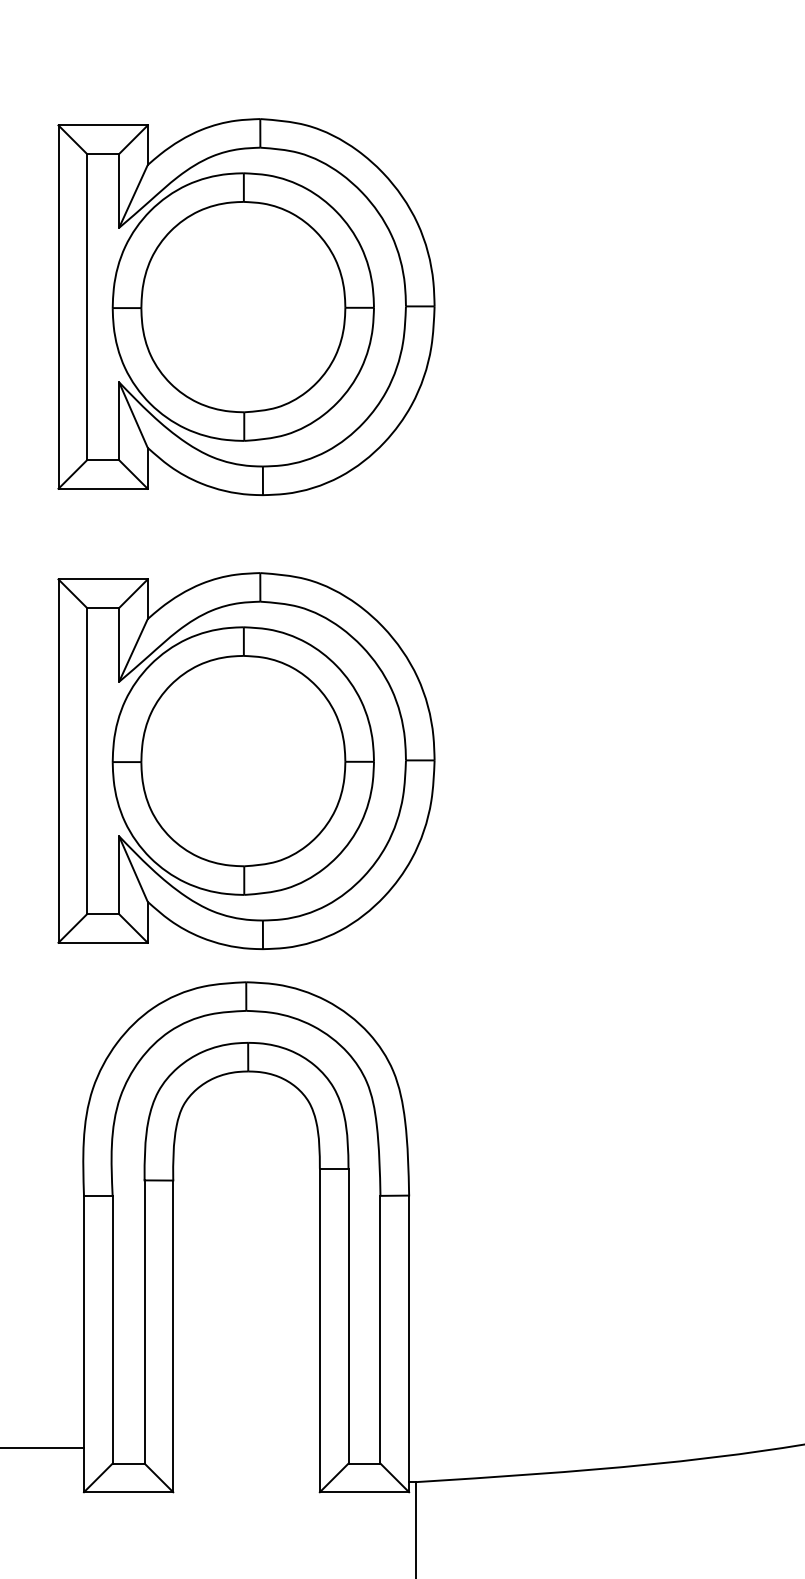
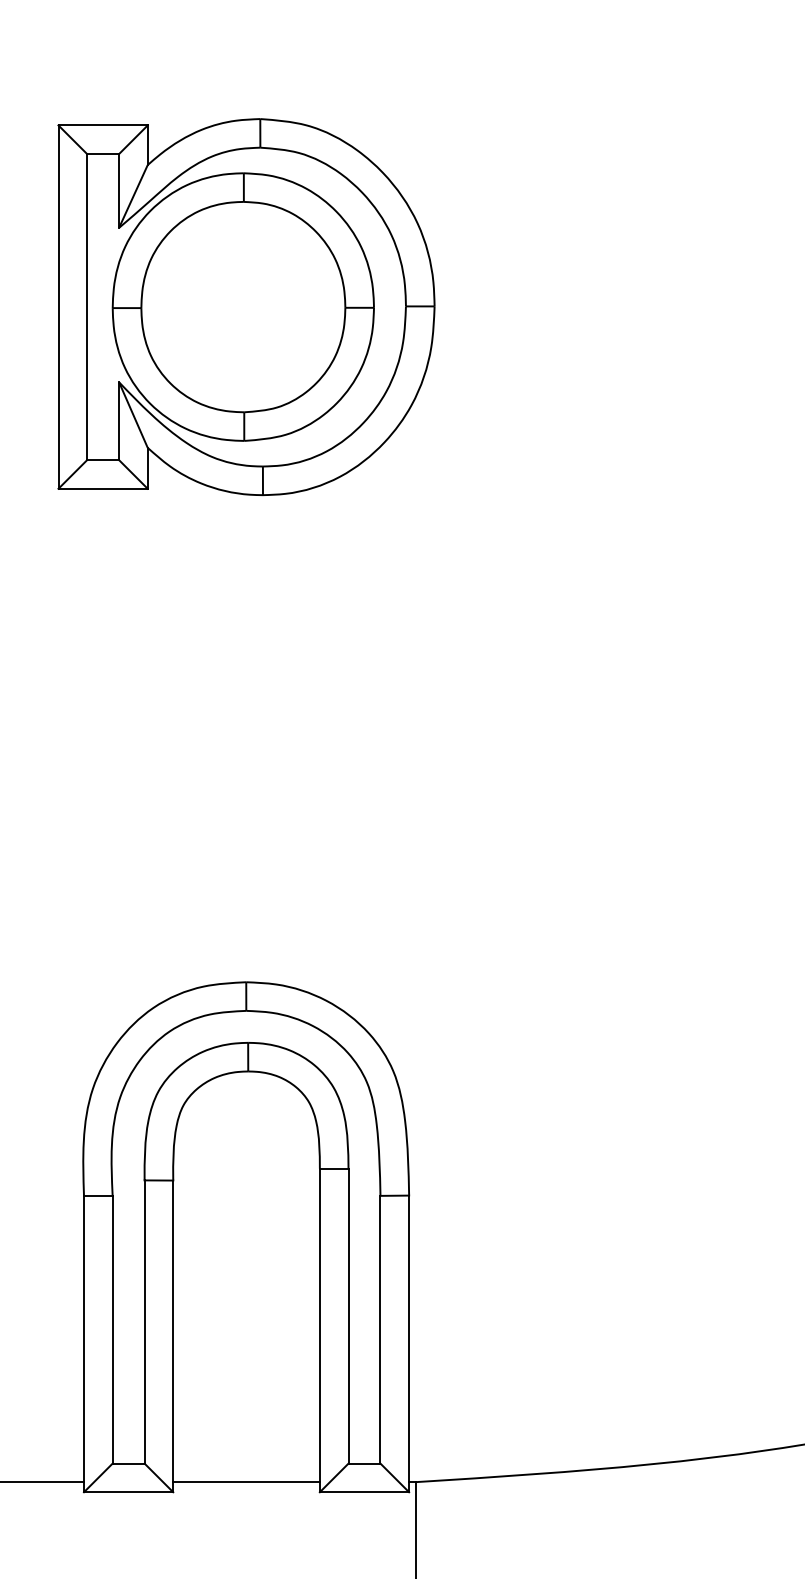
part at (246, 760): present -> none
line at (43, 1448) position: (43, 1448) -> (43, 1482)
line at (246, 1482): none -> present
